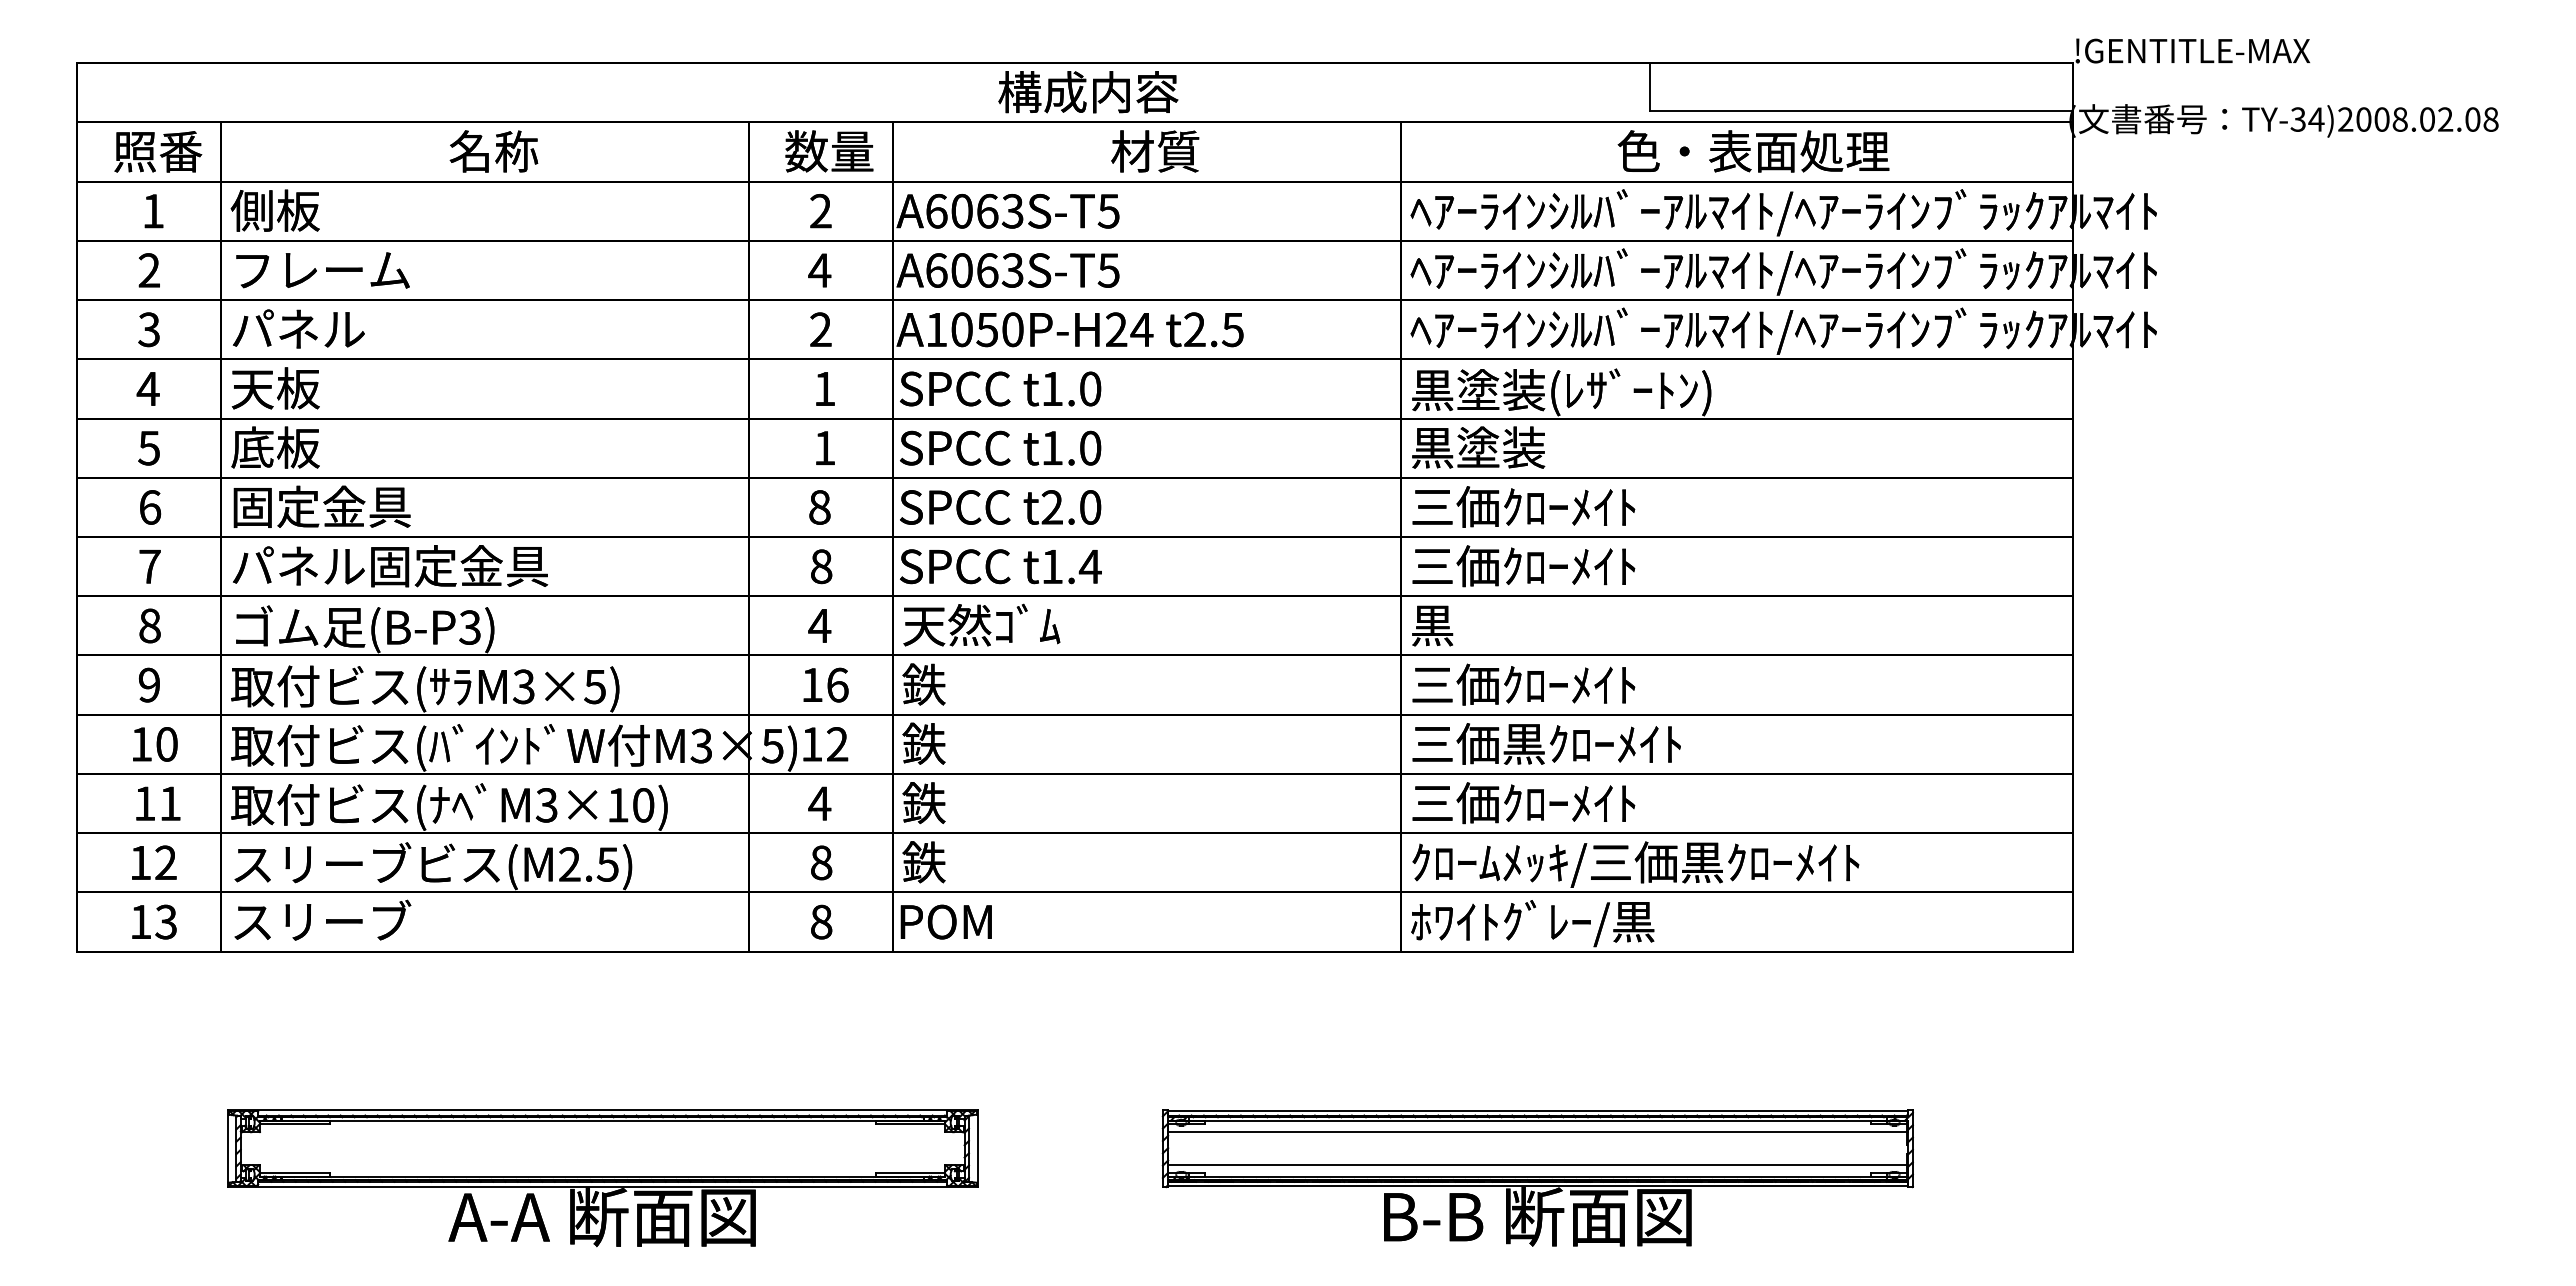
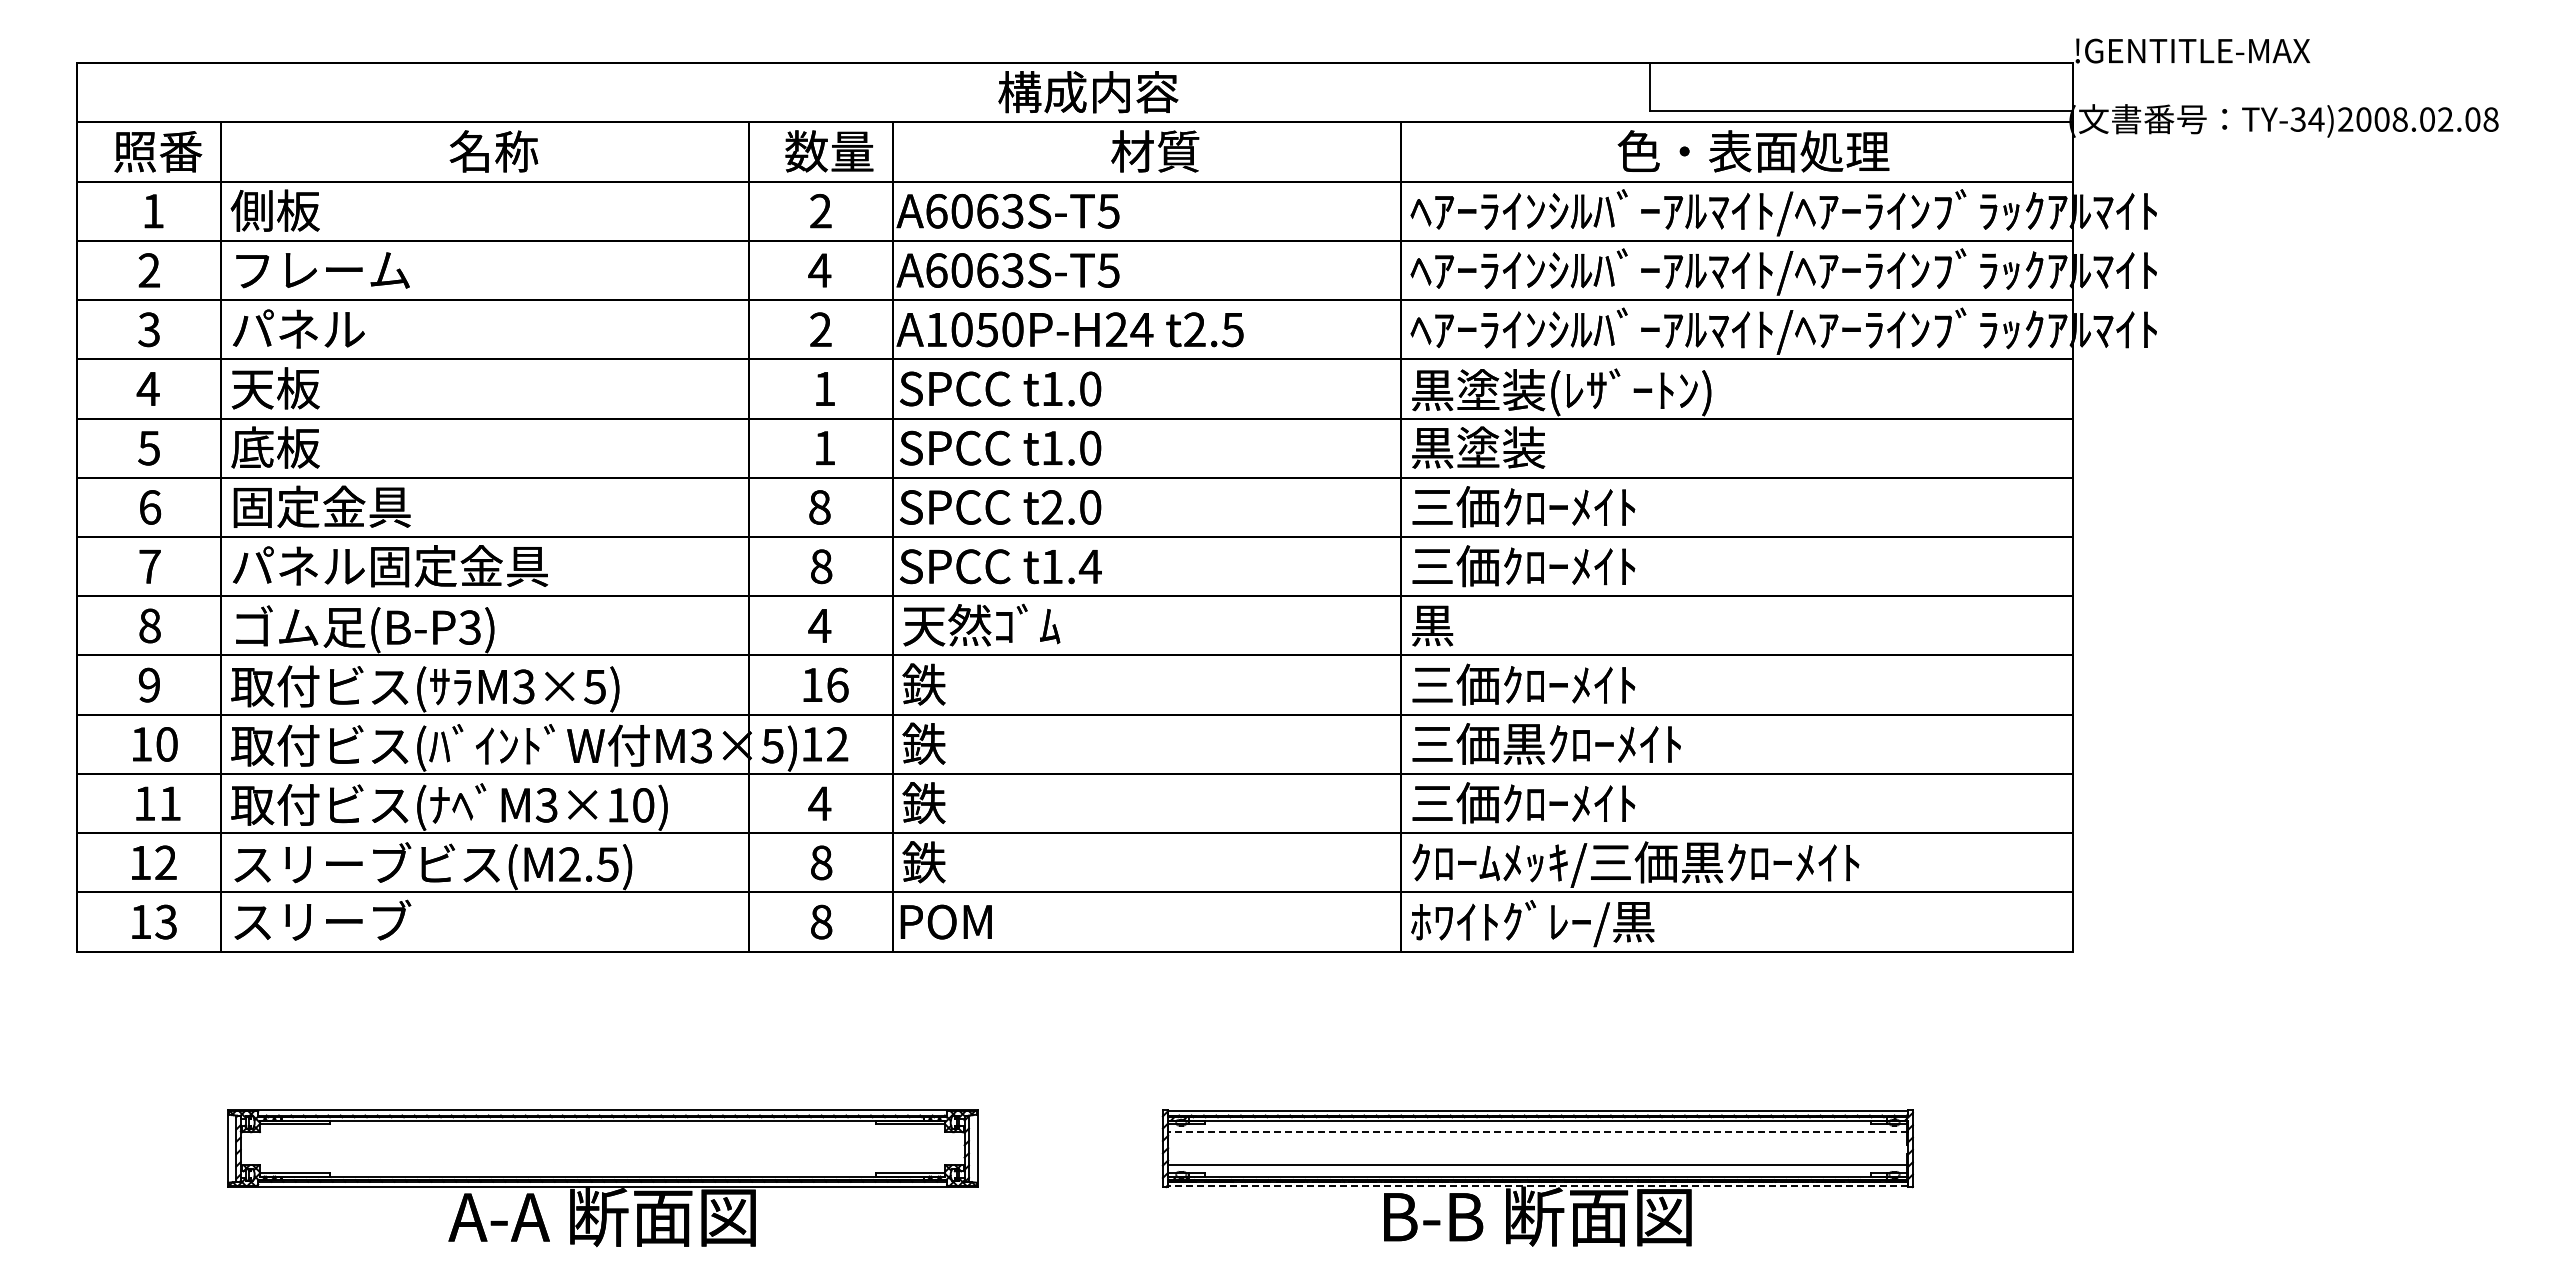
line at (1537, 1132): solid -> dashed
line at (1537, 1186): solid -> dashed
